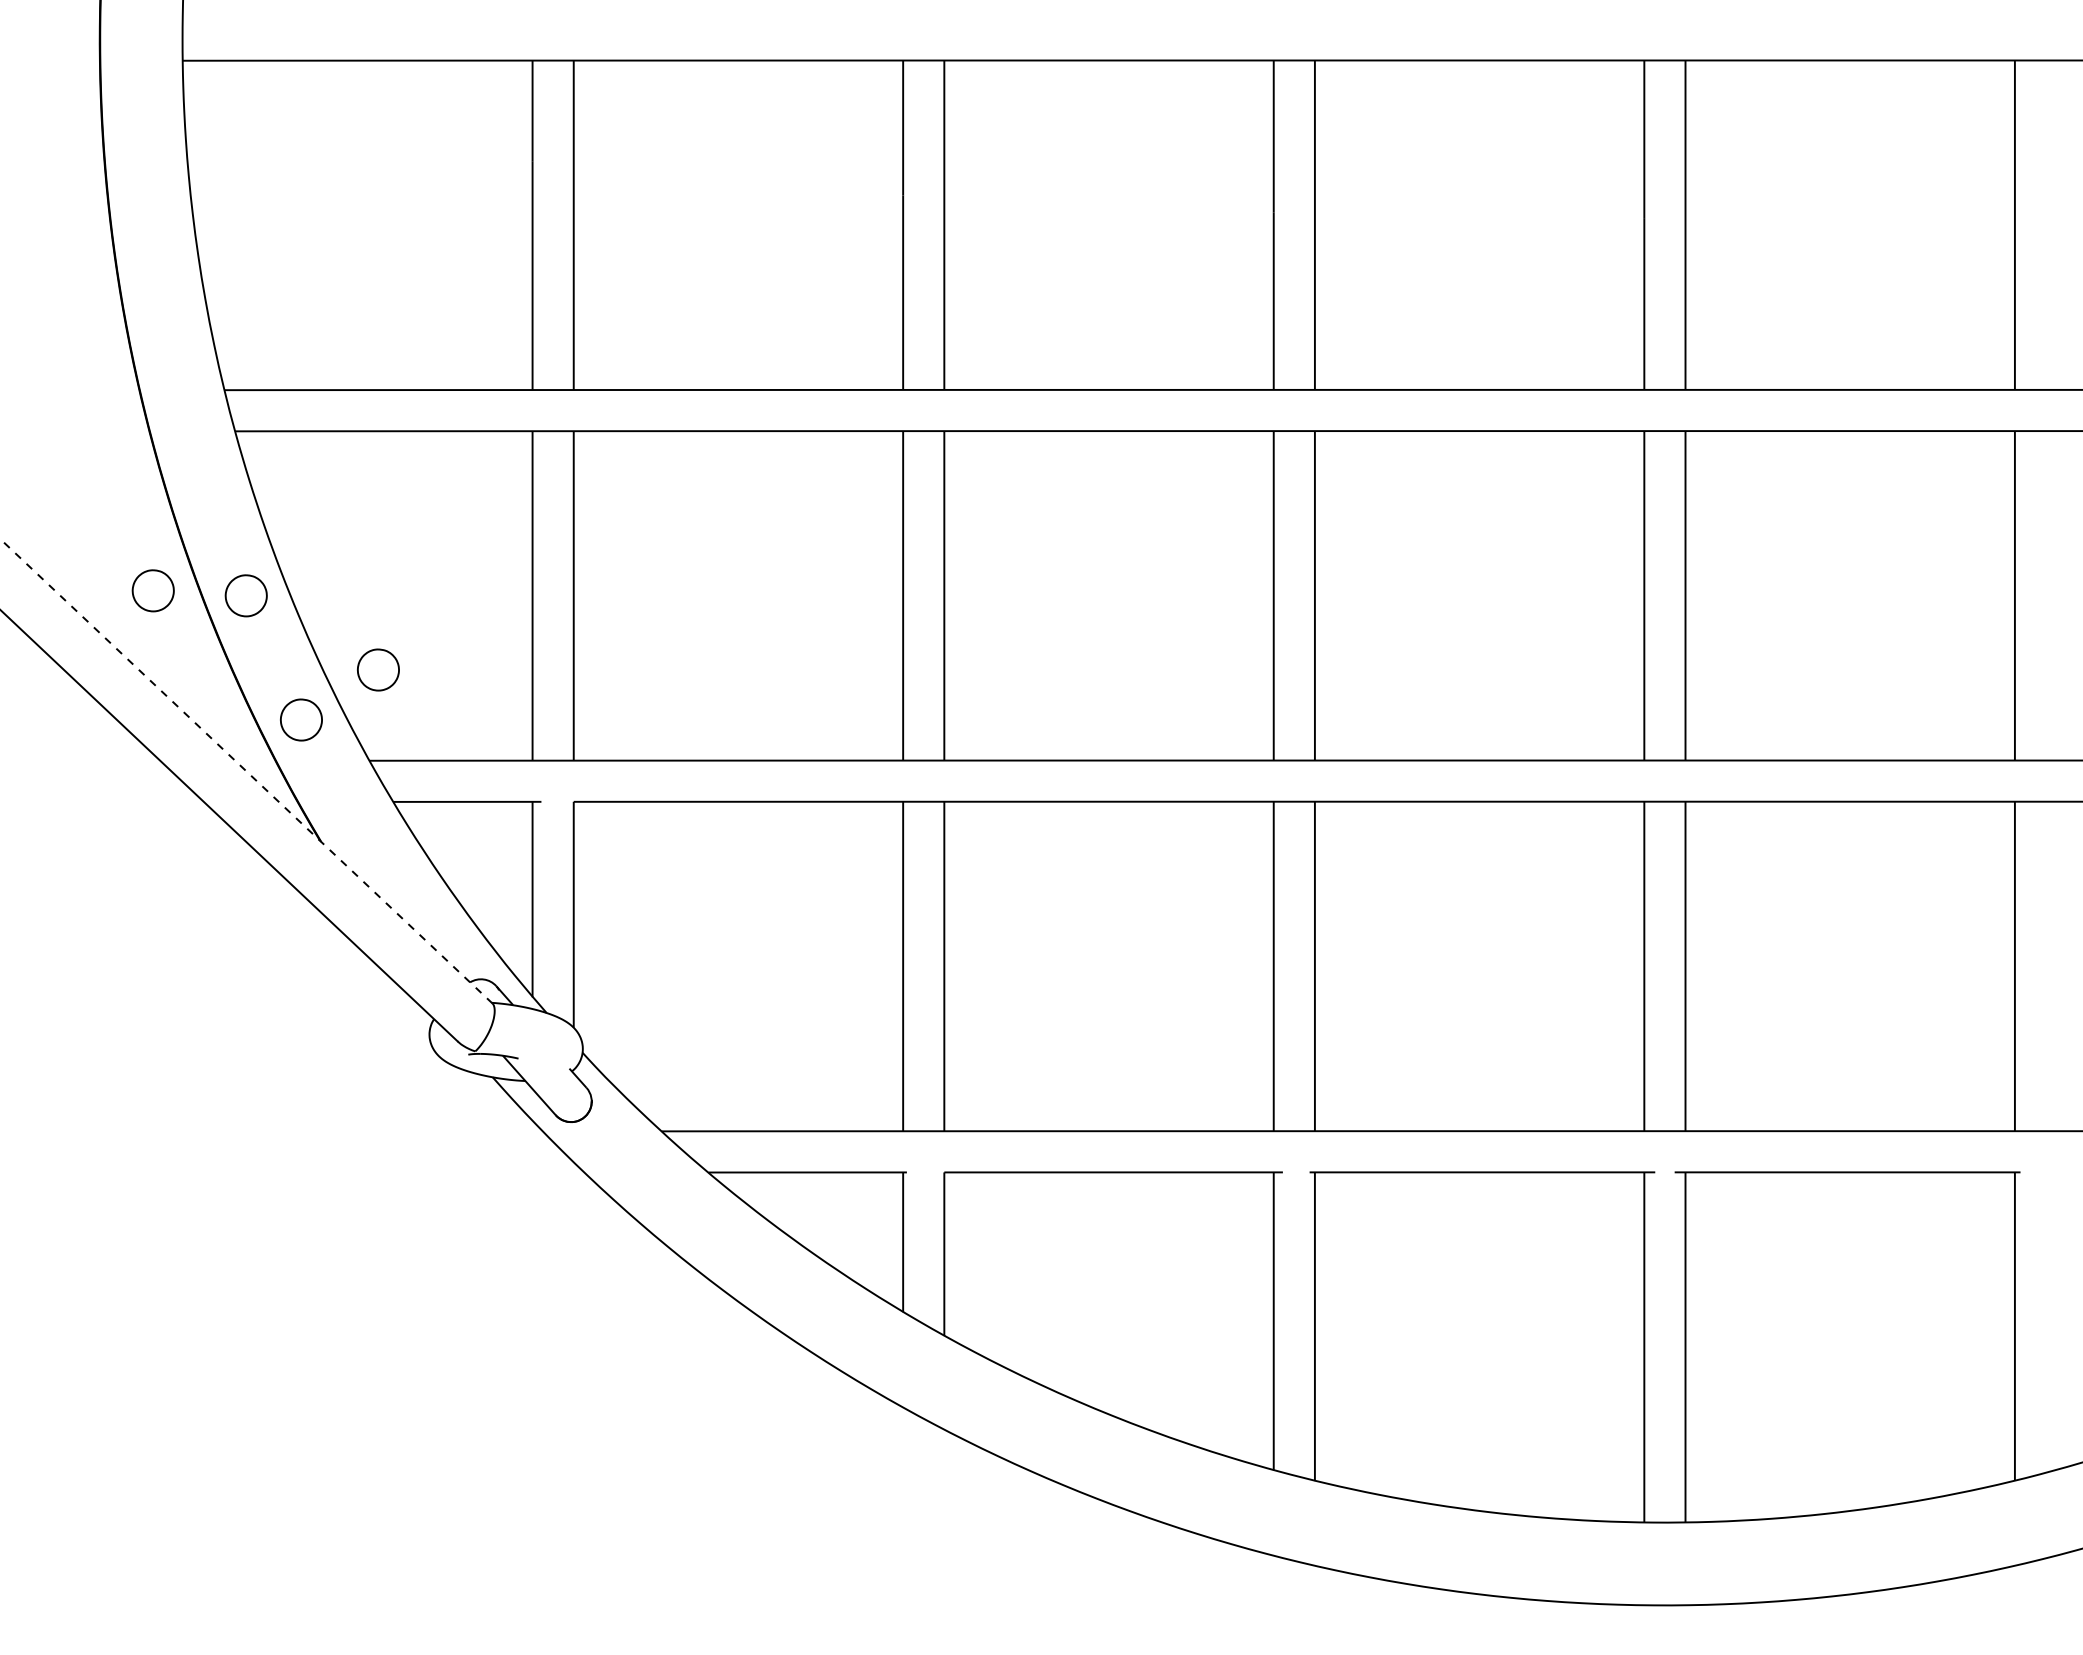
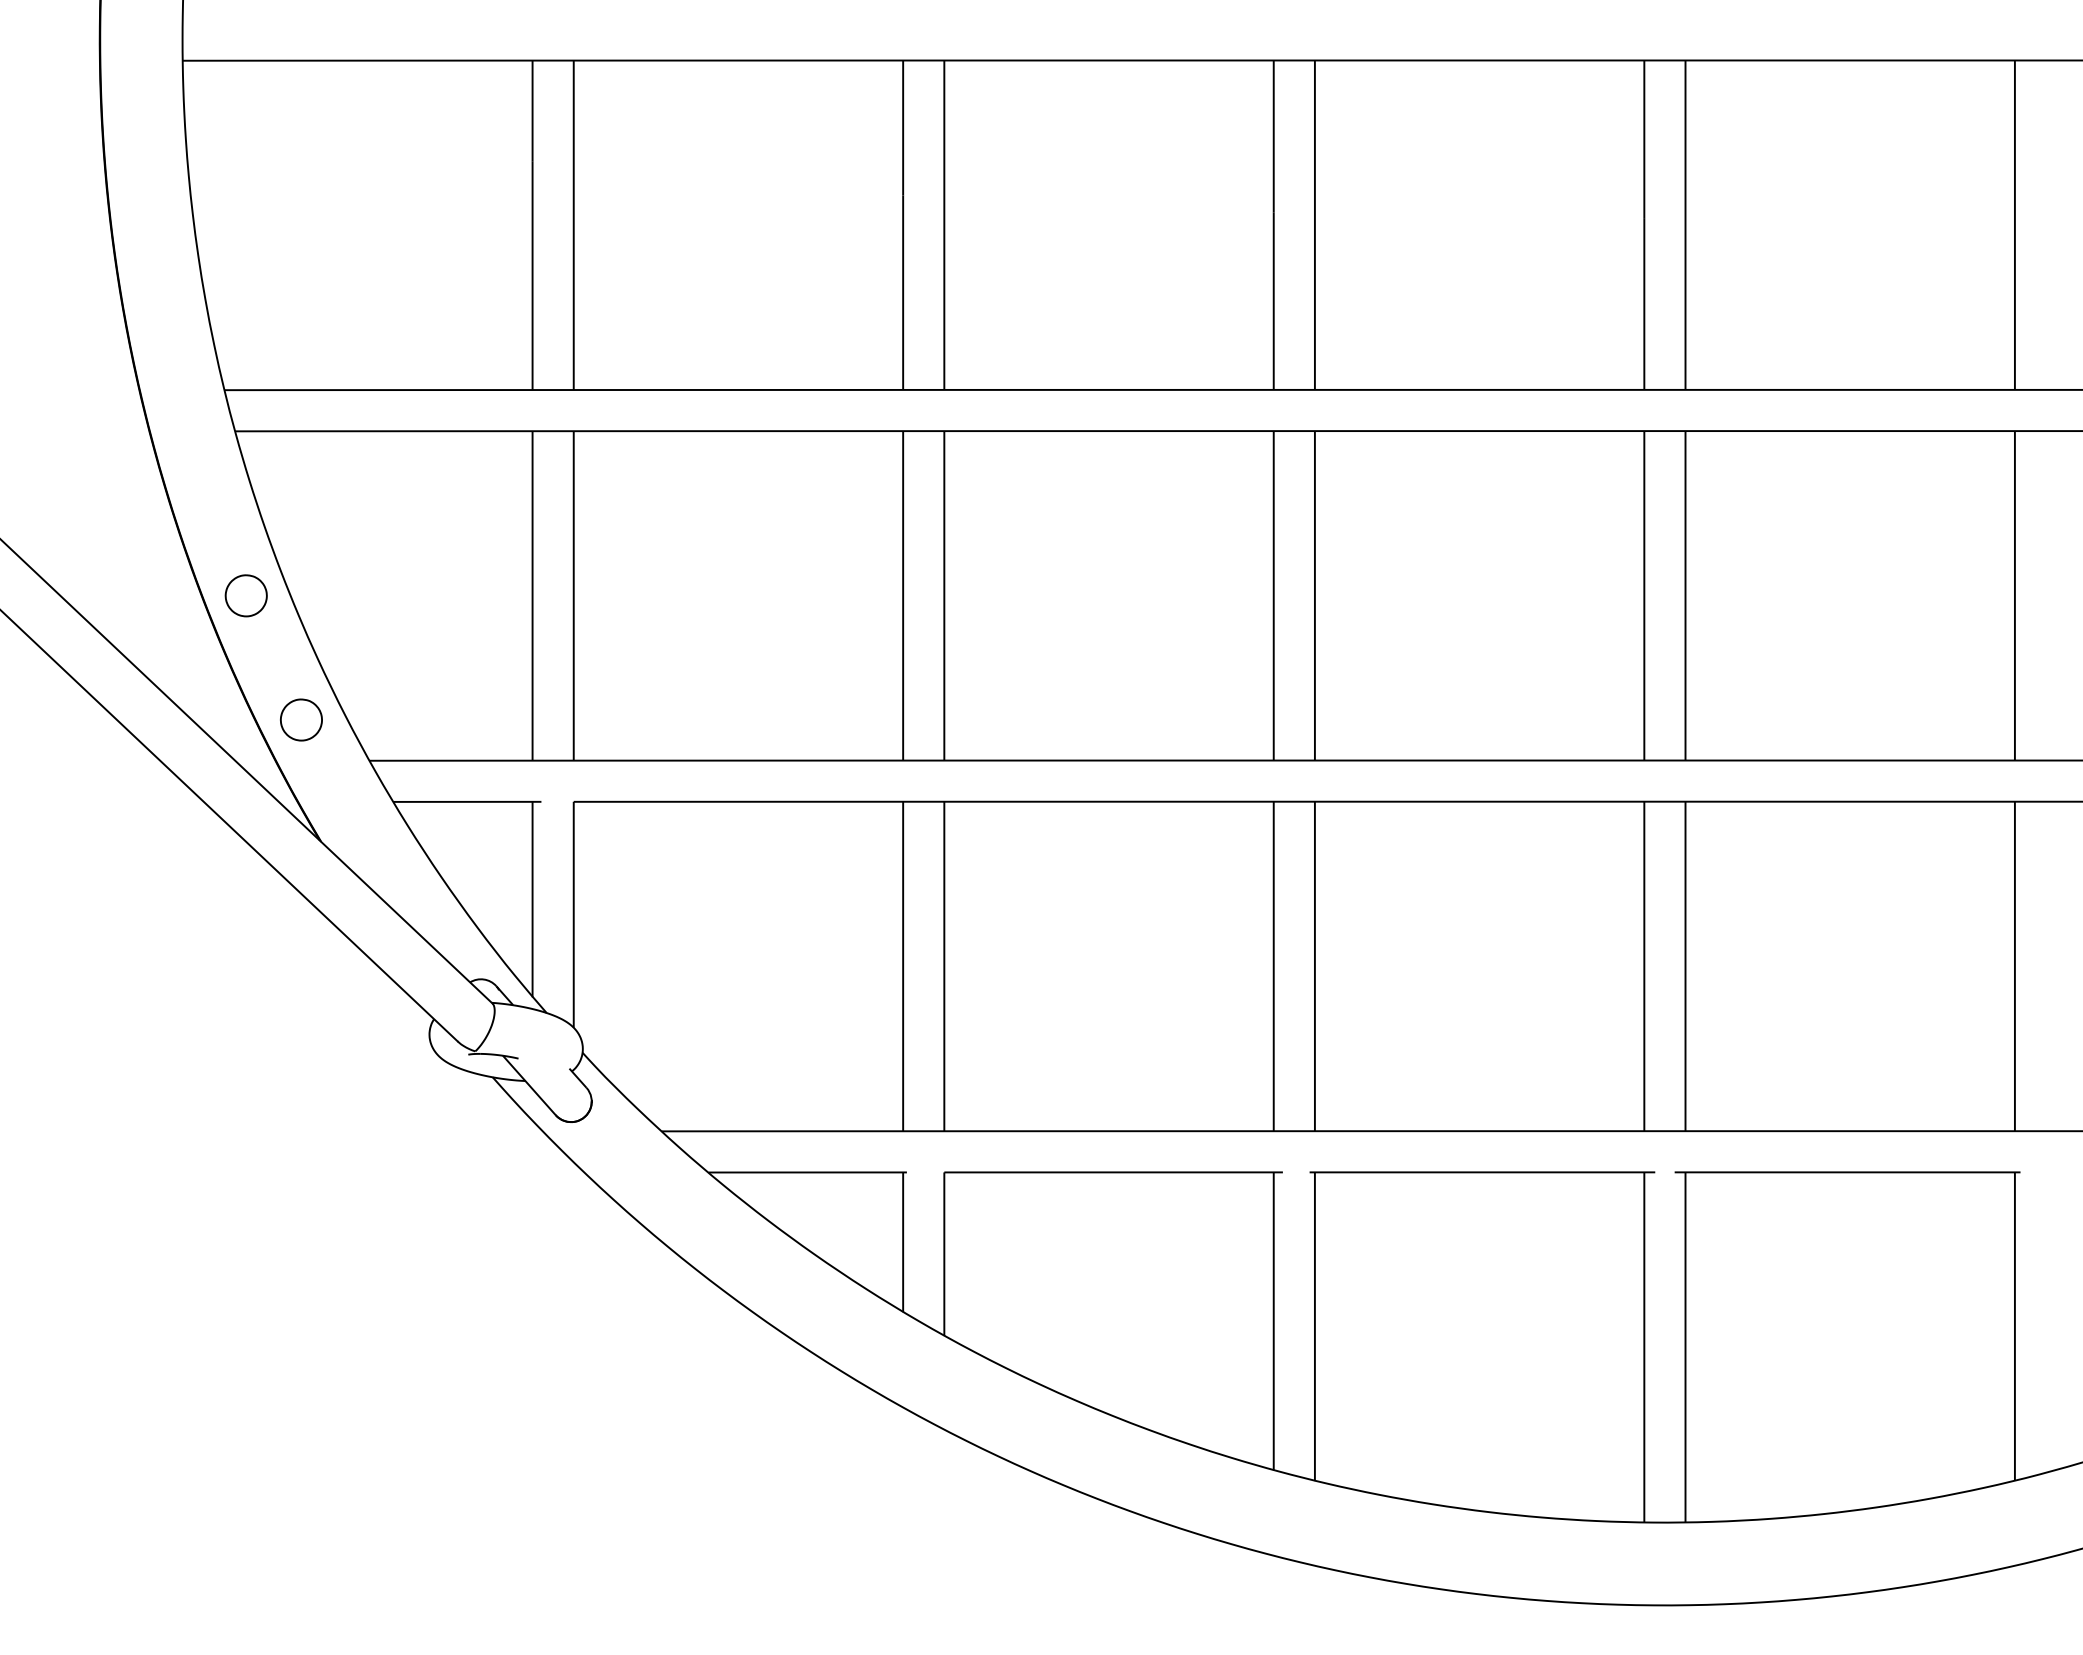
part at (152, 590): present -> none
part at (378, 669): present -> none
line at (246, 771): dashed -> solid
